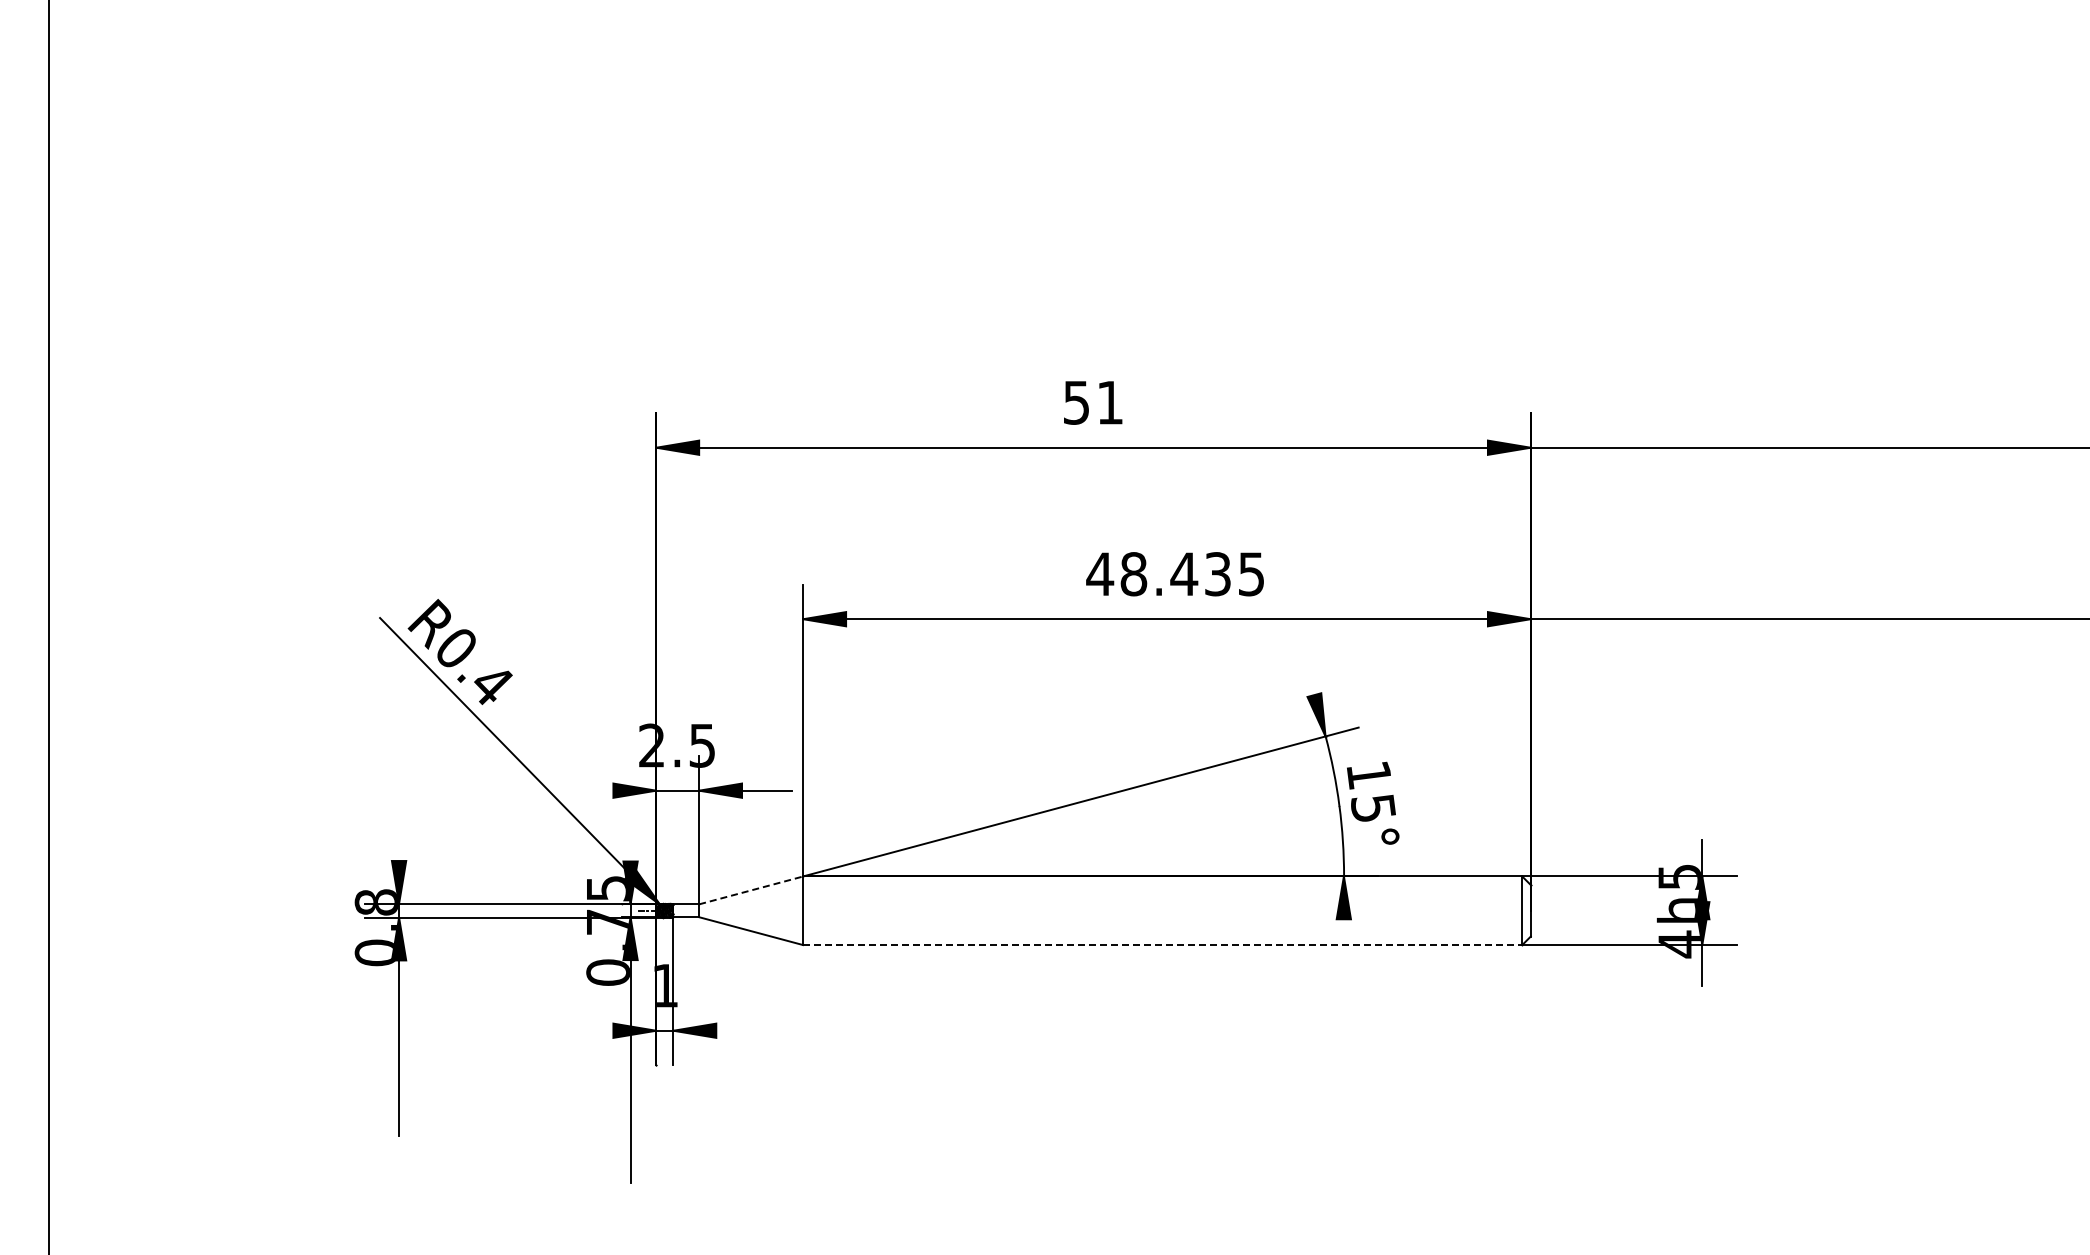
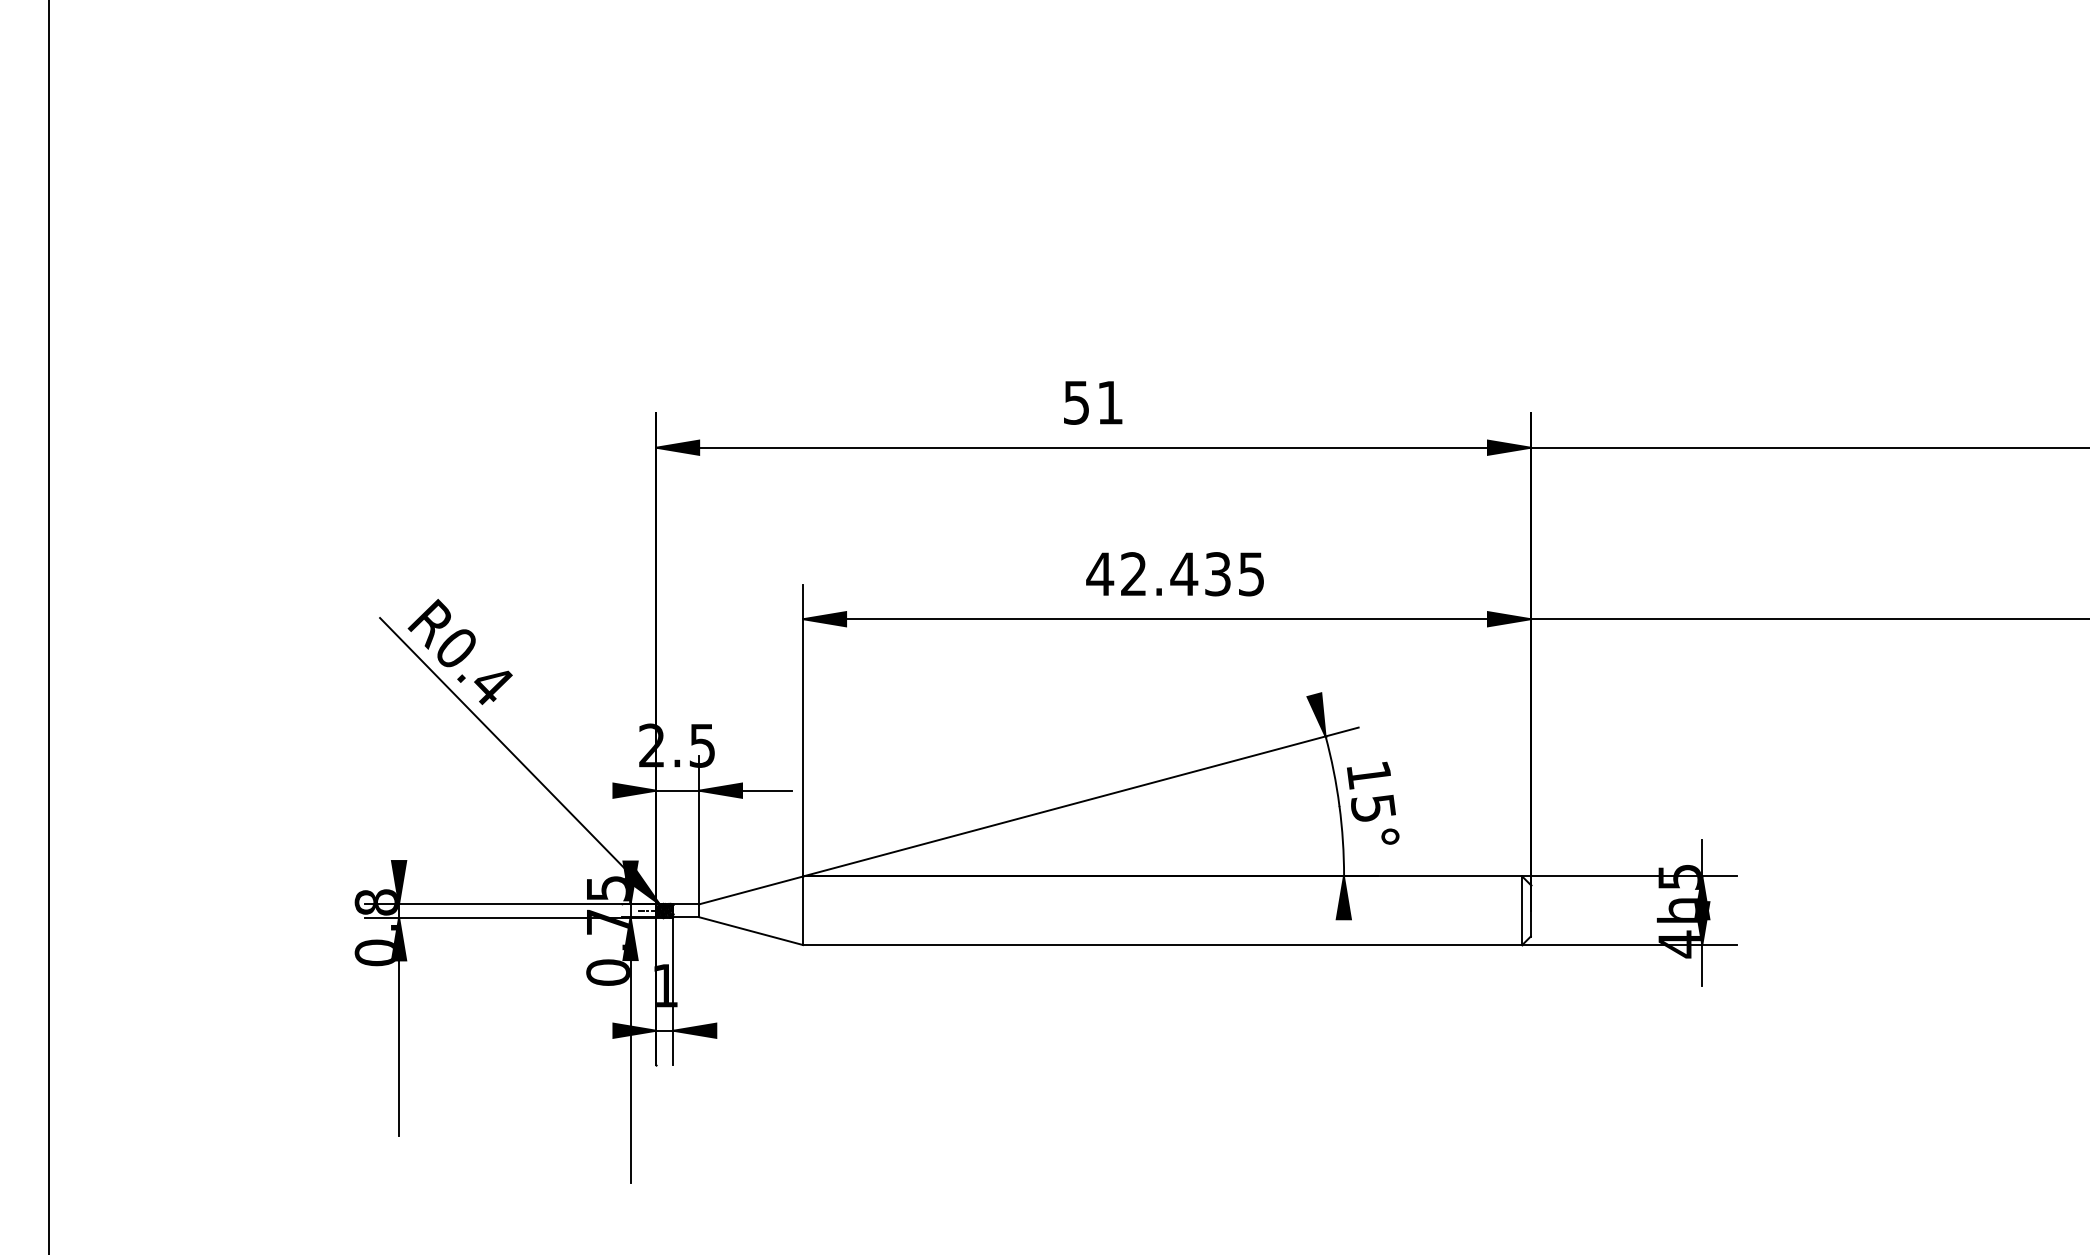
text at (1133, 574): 48.435 -> 42.435
line at (751, 890): dashed -> solid
line at (1162, 945): dashed -> solid
